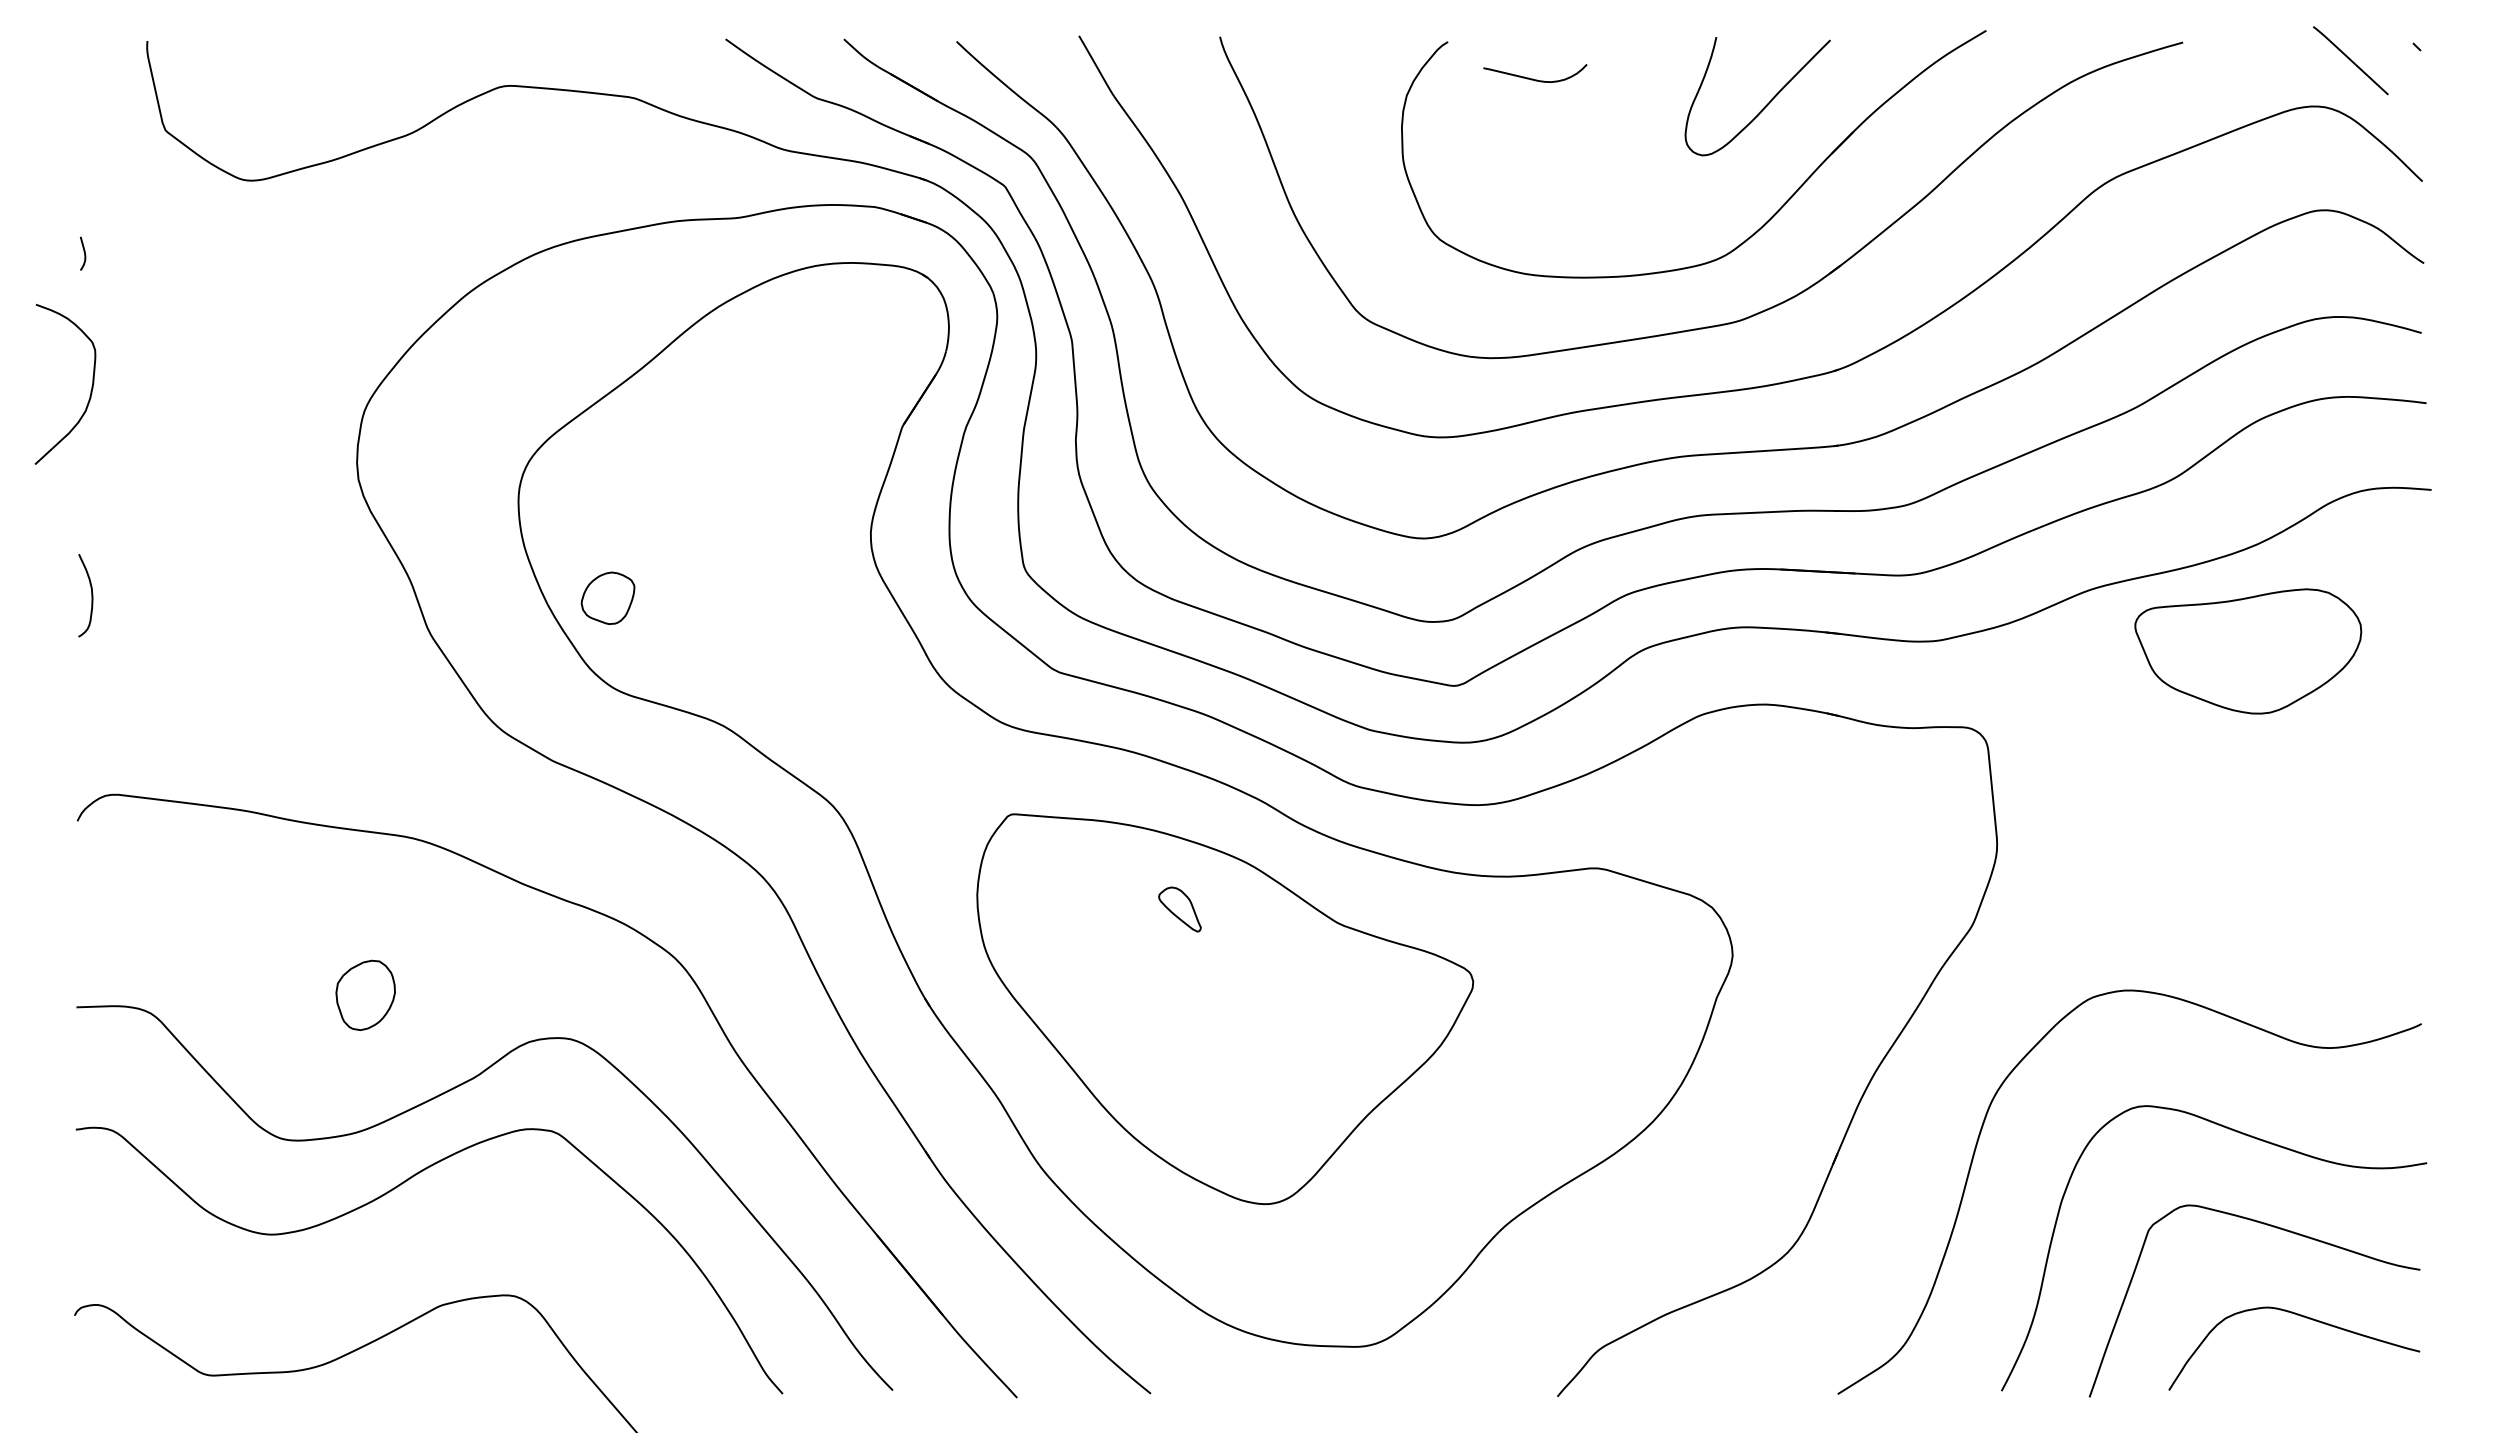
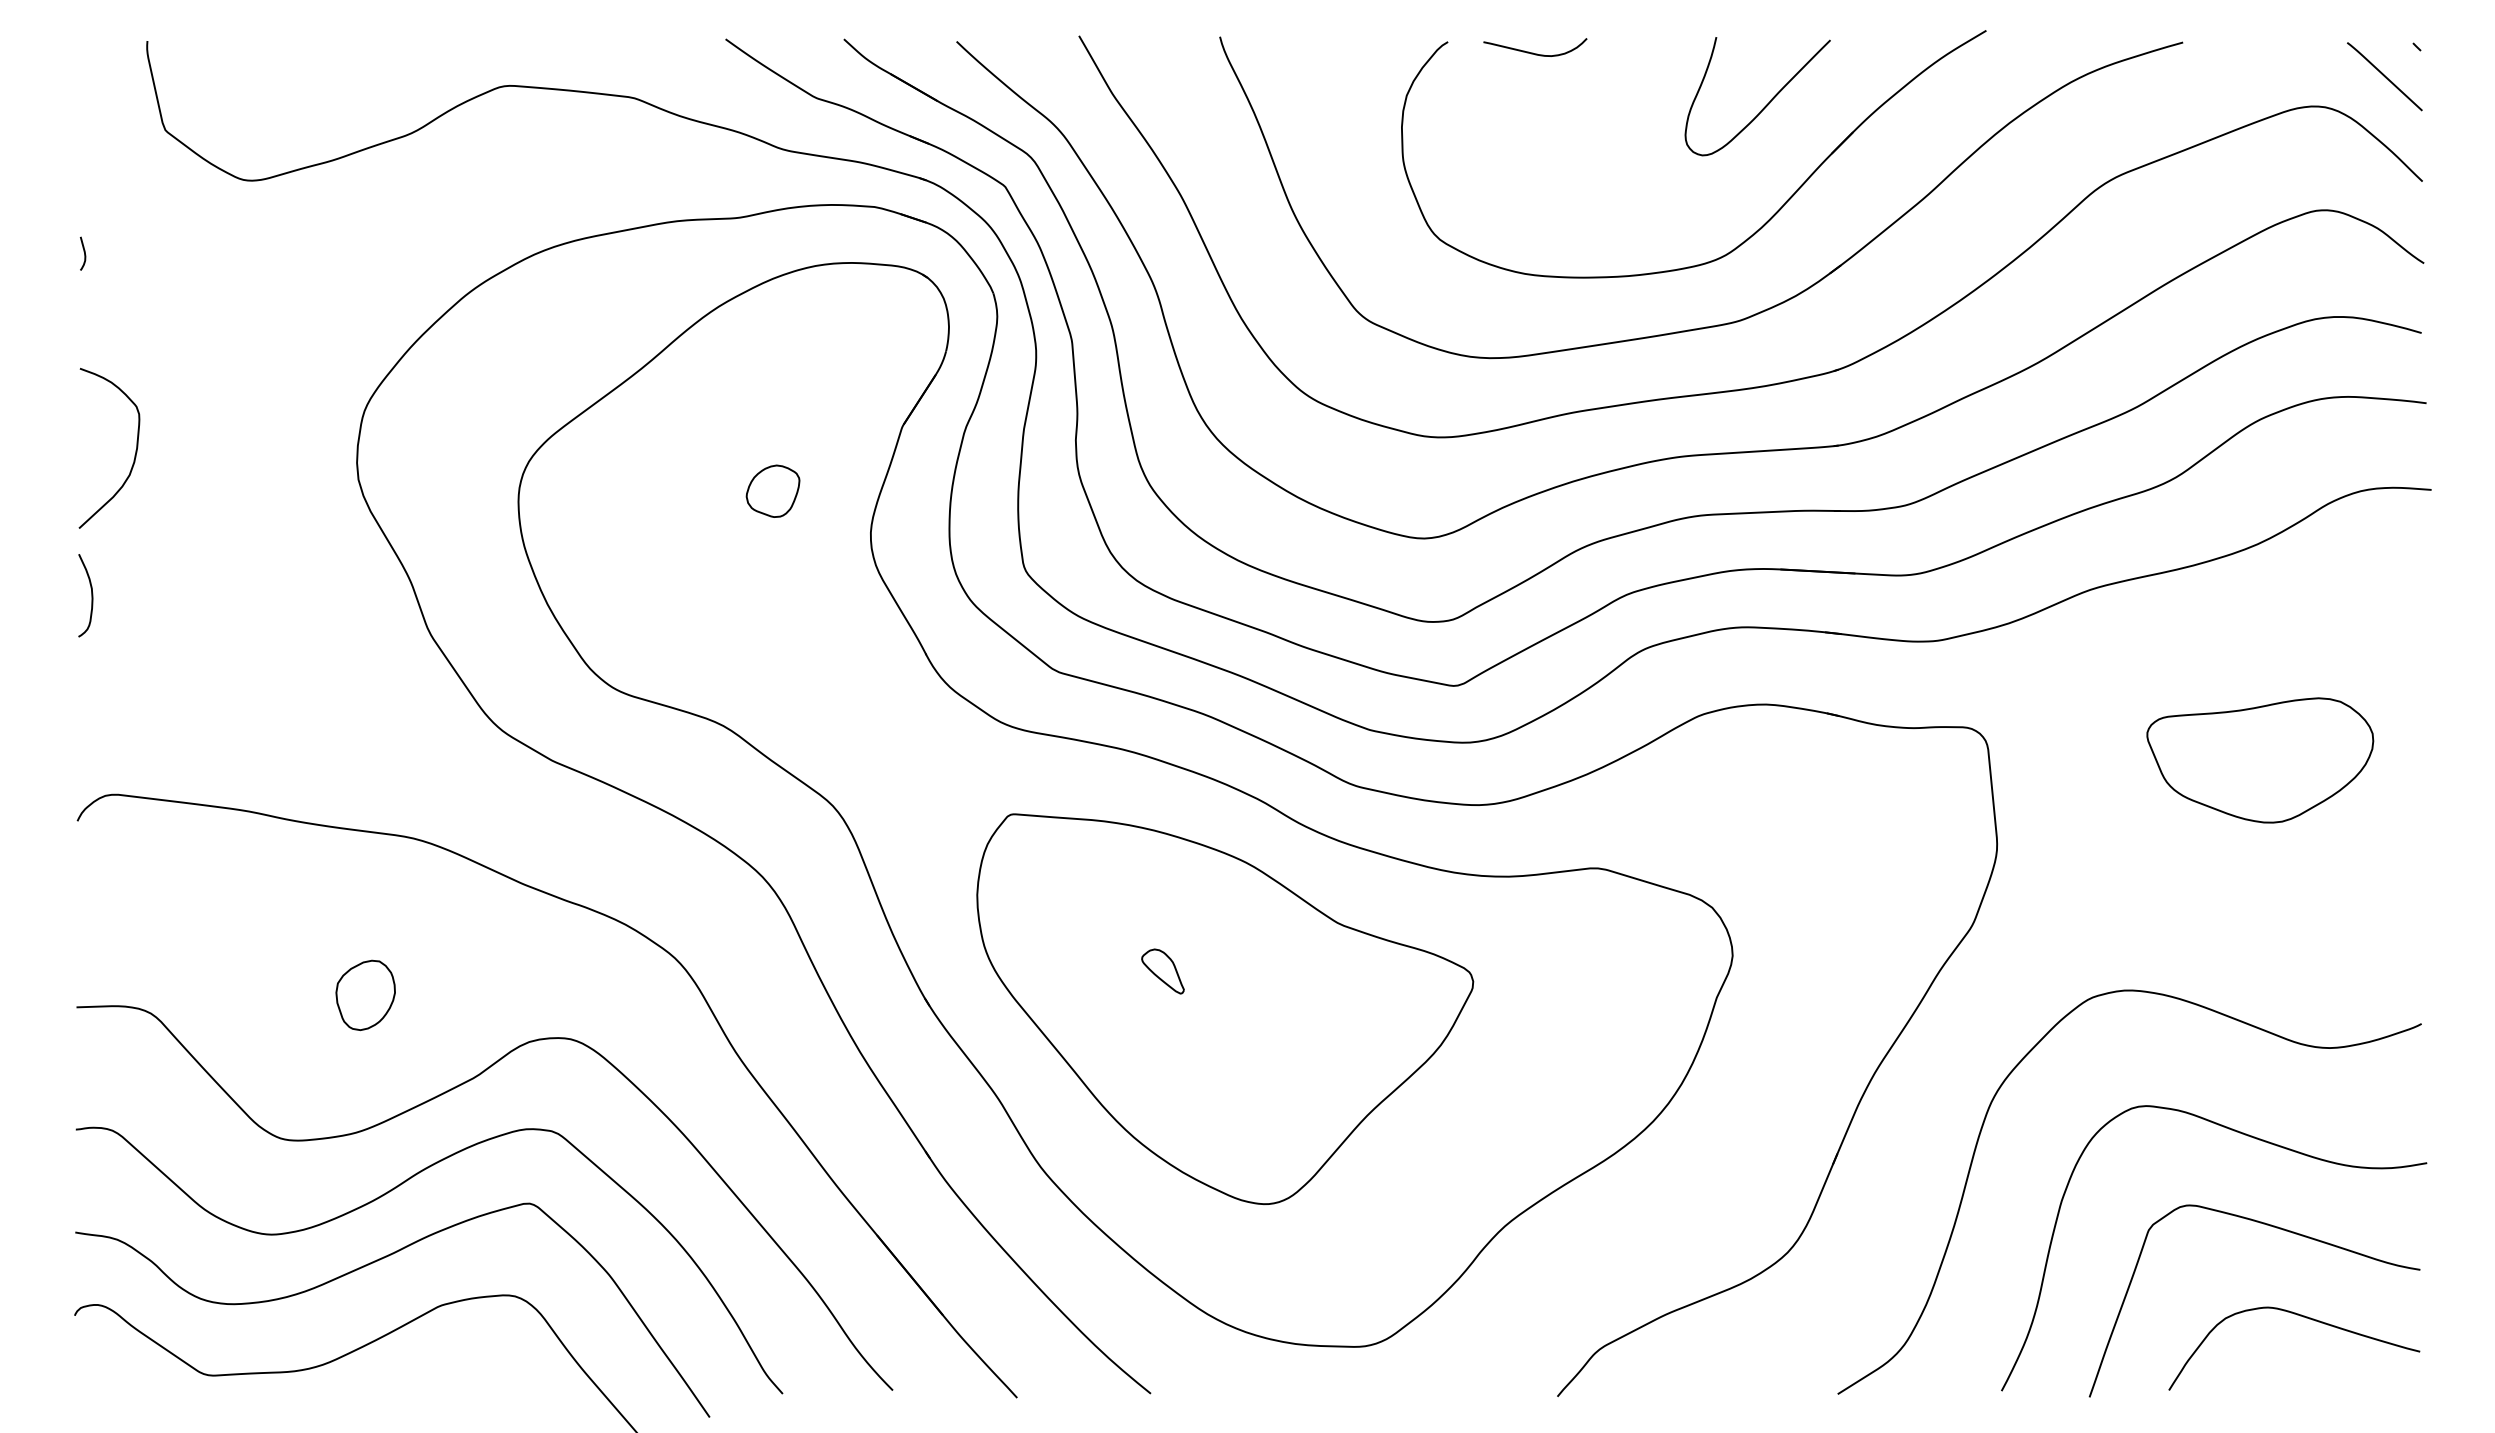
line at (2350, 60) position: (2350, 60) -> (2384, 76)
curve at (1533, 78) position: (1533, 78) -> (1533, 52)
curve at (90, 391) position: (90, 391) -> (134, 455)
part at (607, 597) position: (607, 597) -> (772, 490)
part at (2248, 651) position: (2248, 651) -> (2260, 760)
part at (1179, 909) position: (1179, 909) -> (1162, 971)
curve at (373, 1263): none -> present
